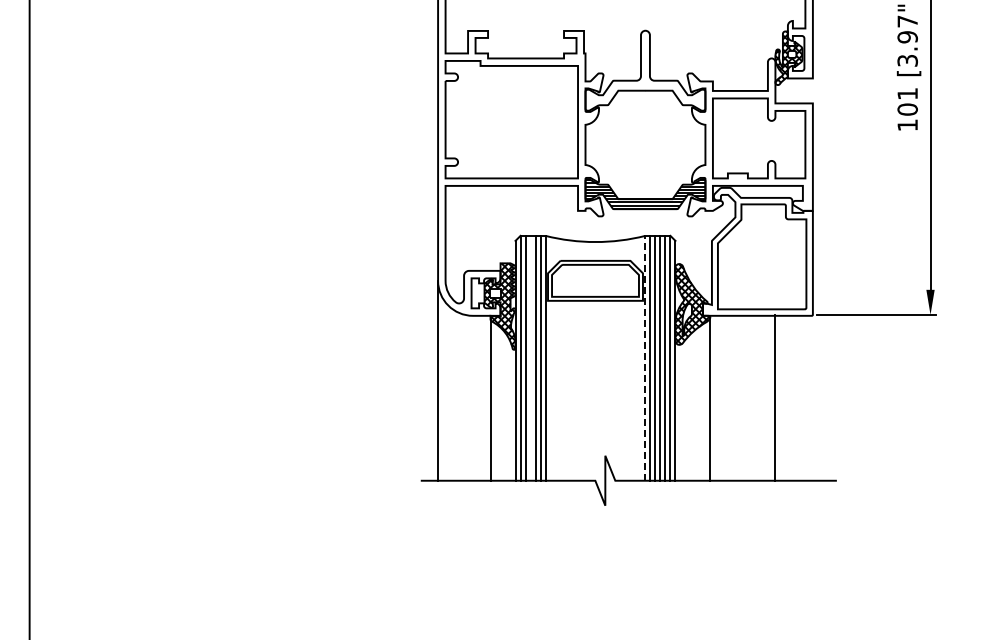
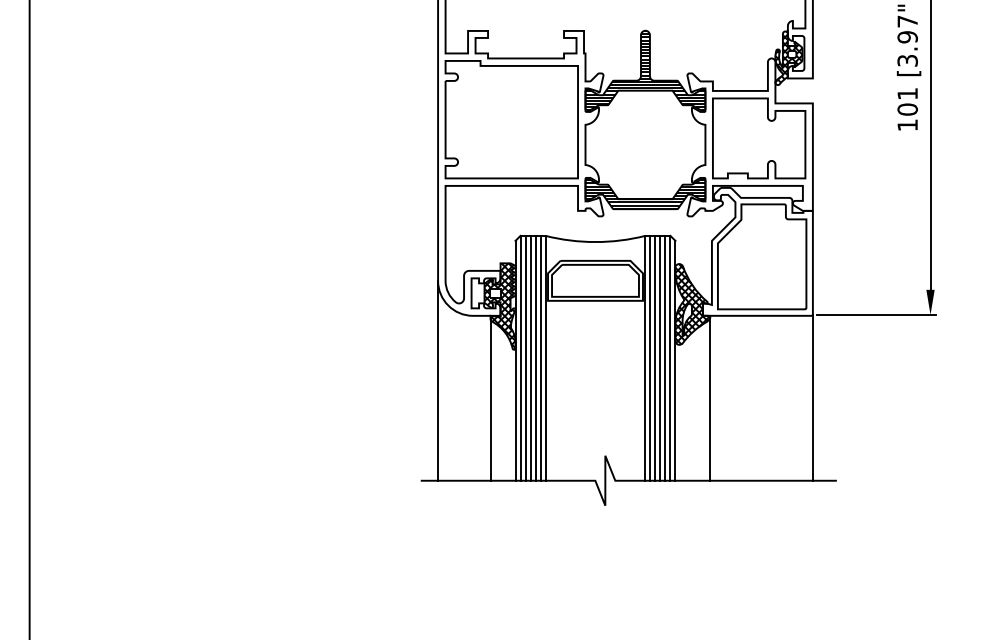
hatch at (645, 70): none -> present
line at (530, 357): none -> present
line at (645, 357): dashed -> solid
line at (774, 397) position: (774, 397) -> (812, 397)
